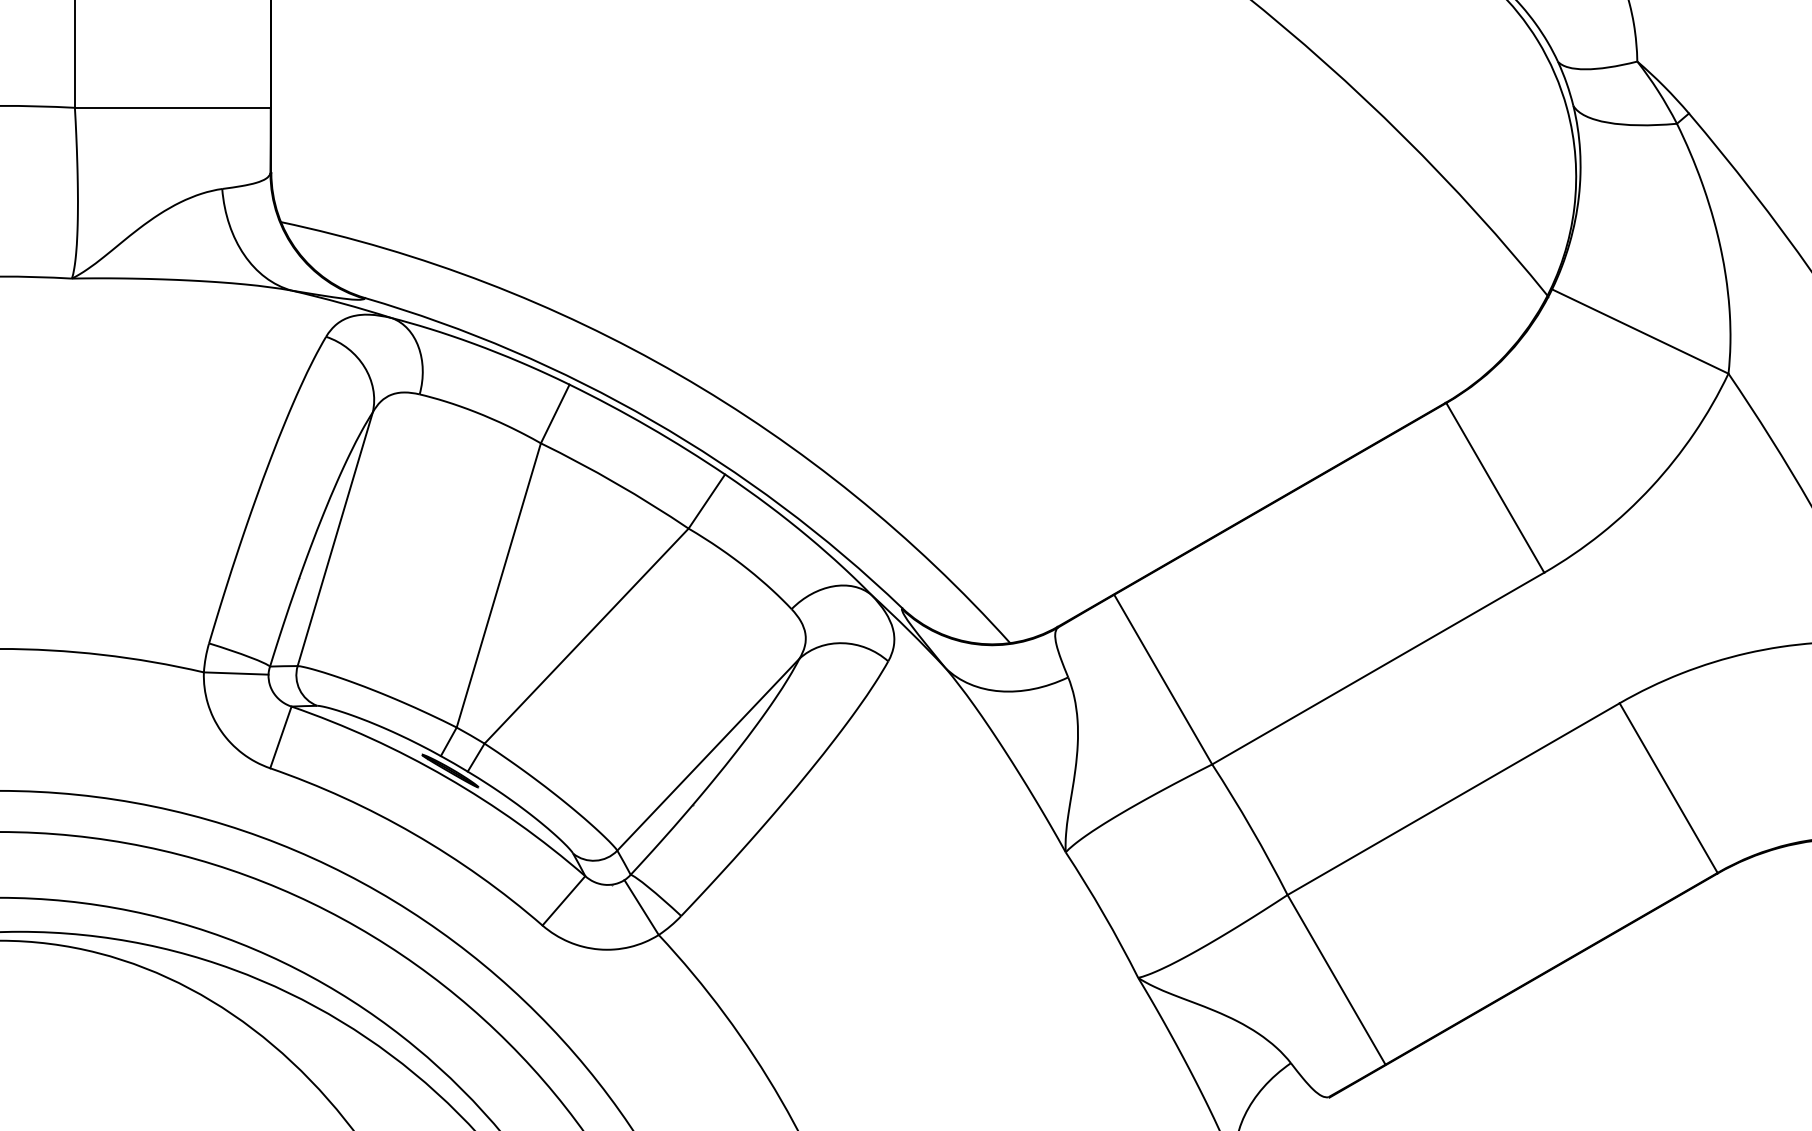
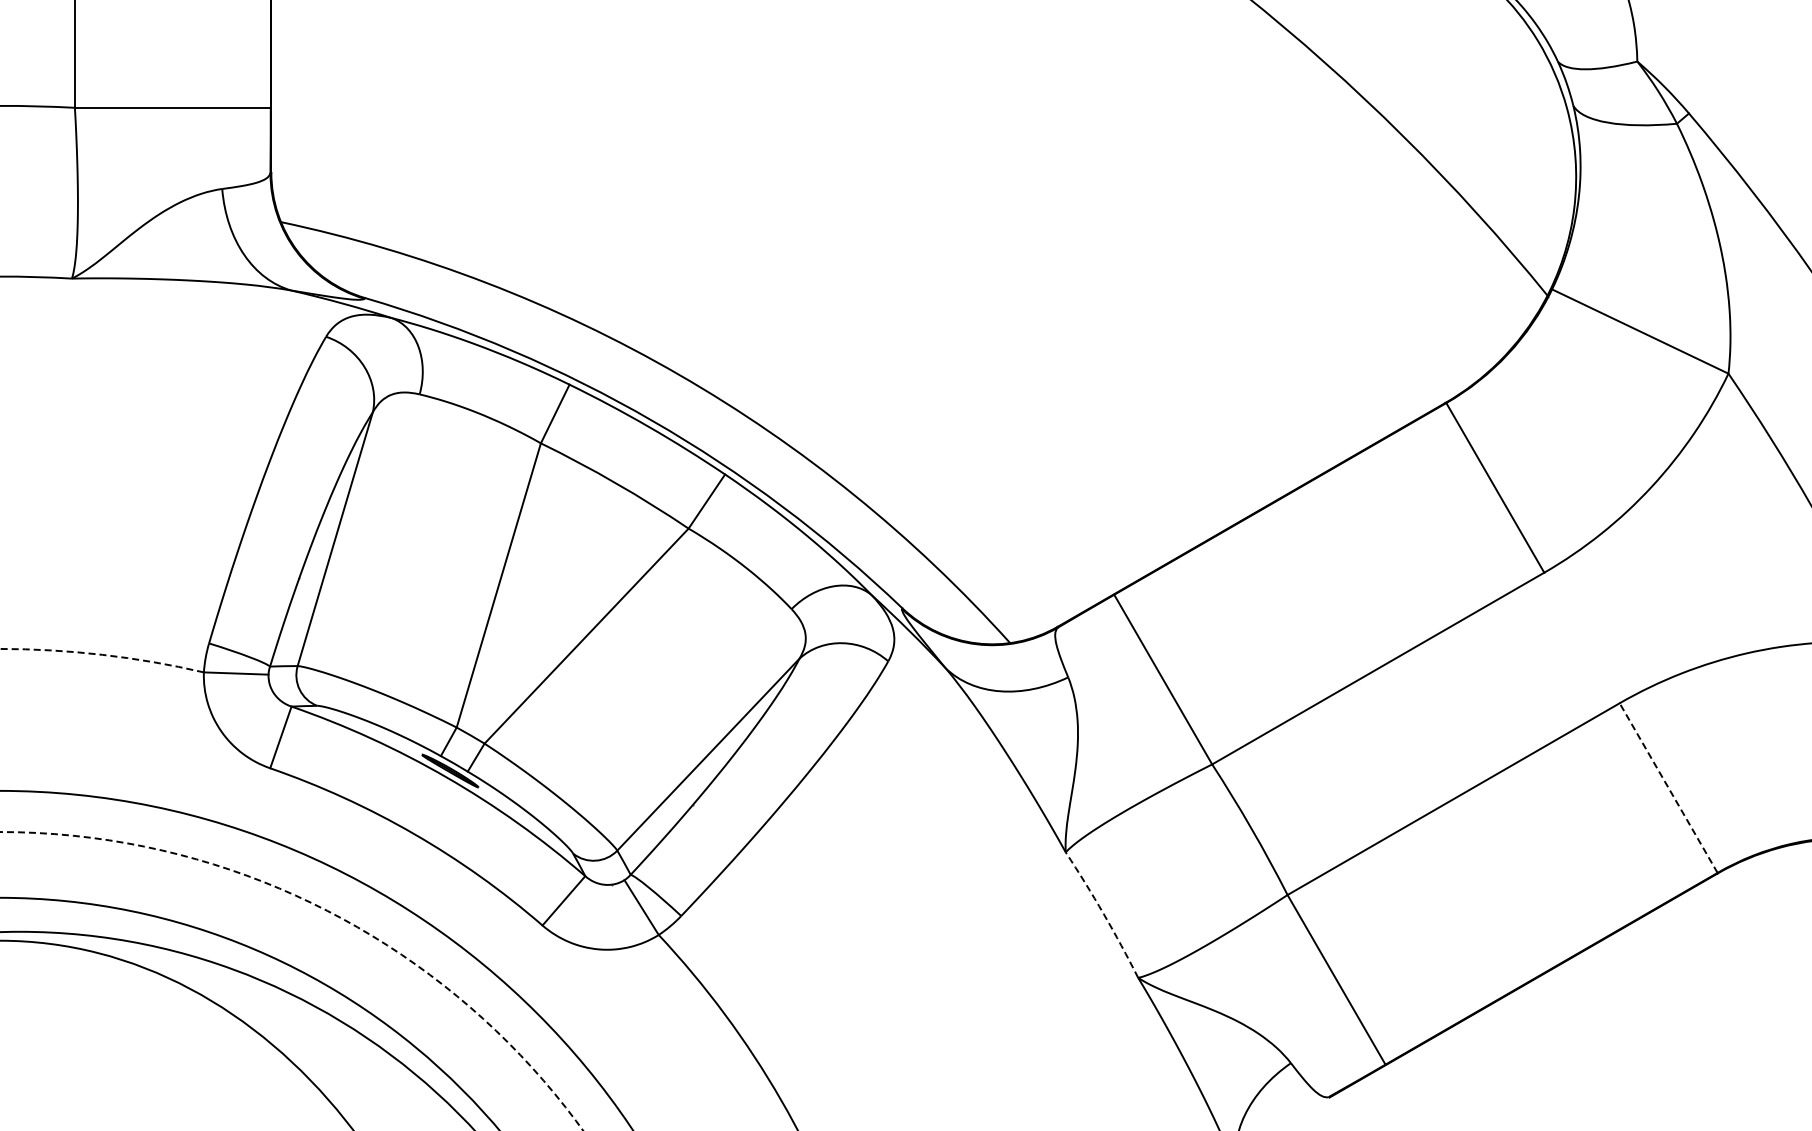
arc at (102, 654): solid -> dashed
line at (1668, 788): solid -> dashed
arc at (1103, 914): solid -> dashed
circle at (291, 981): solid -> dashed
